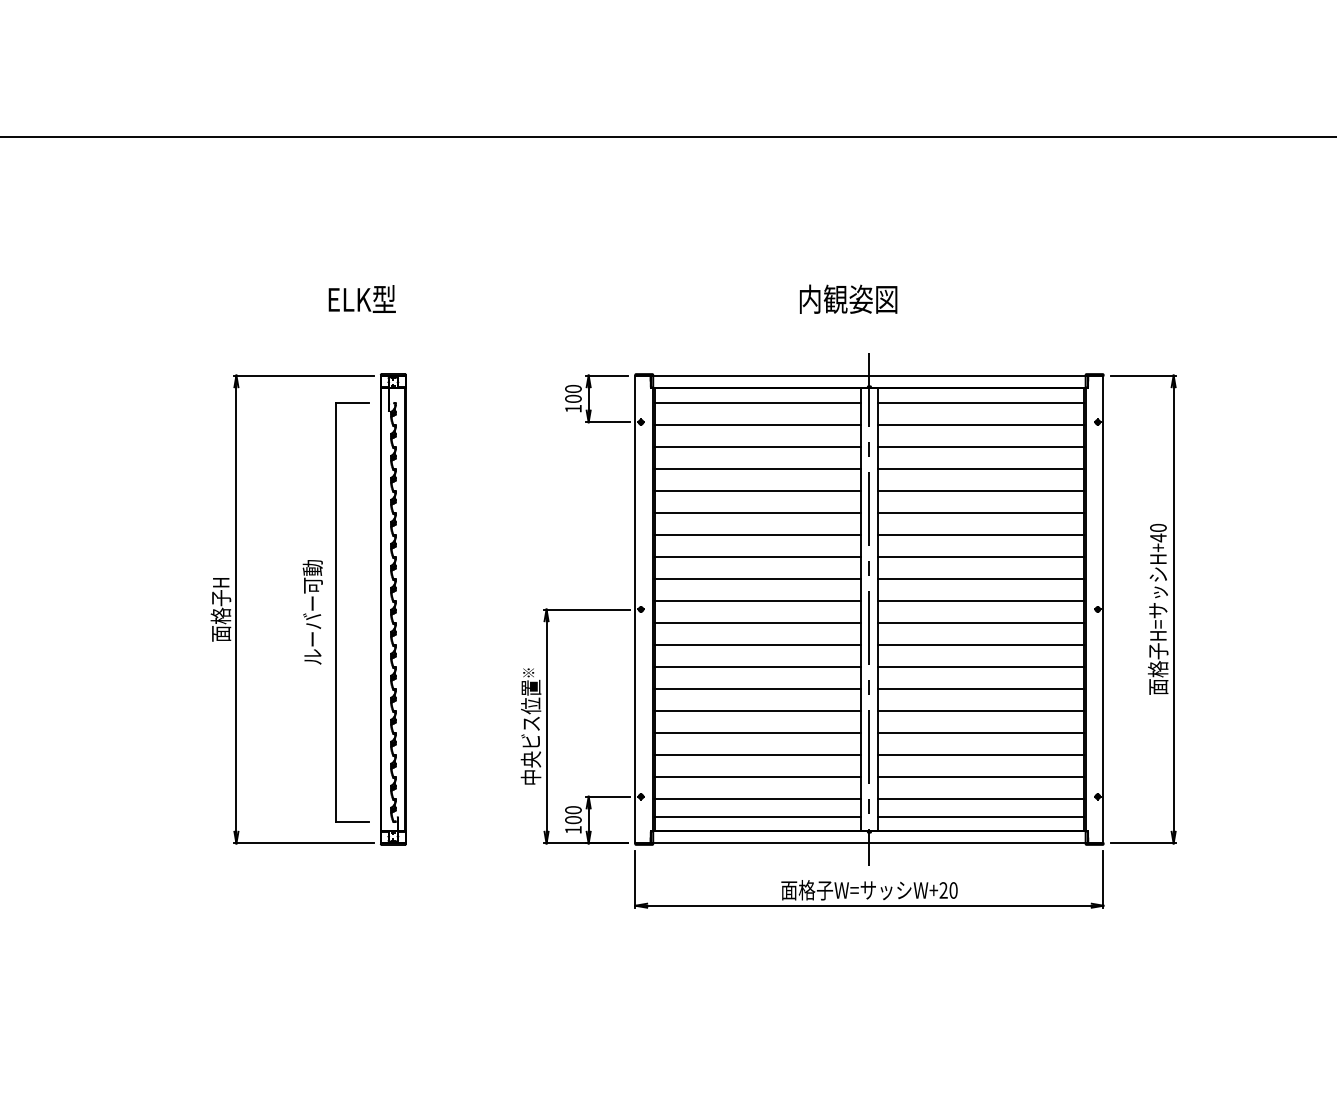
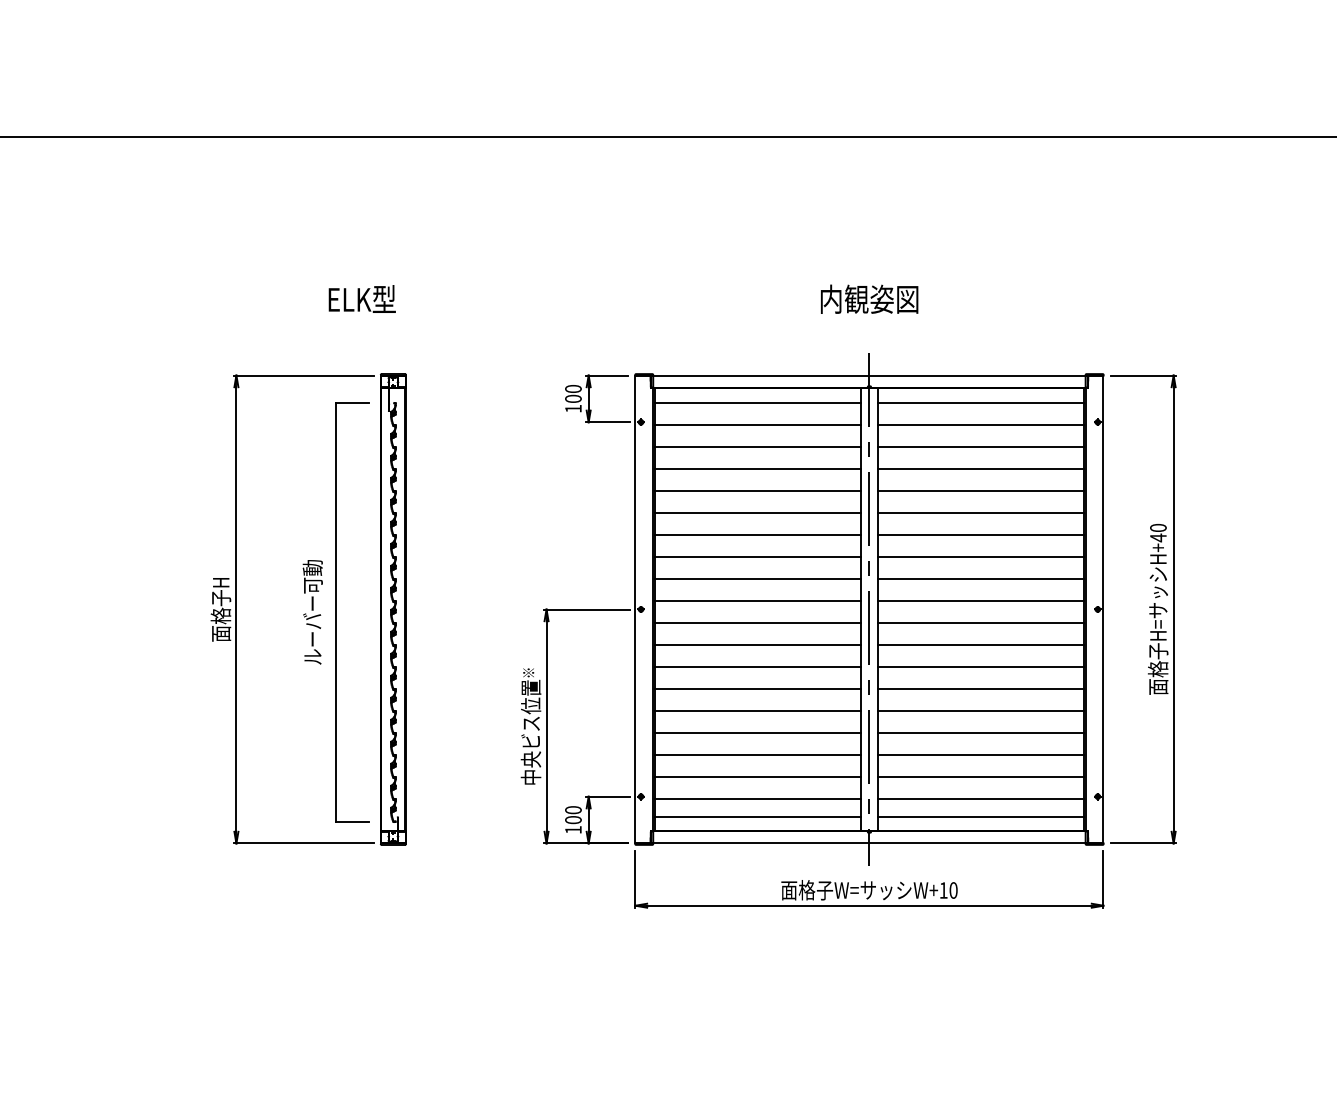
text at (848, 298) position: (848, 298) -> (869, 298)
text at (943, 890): W+20 -> W+10
